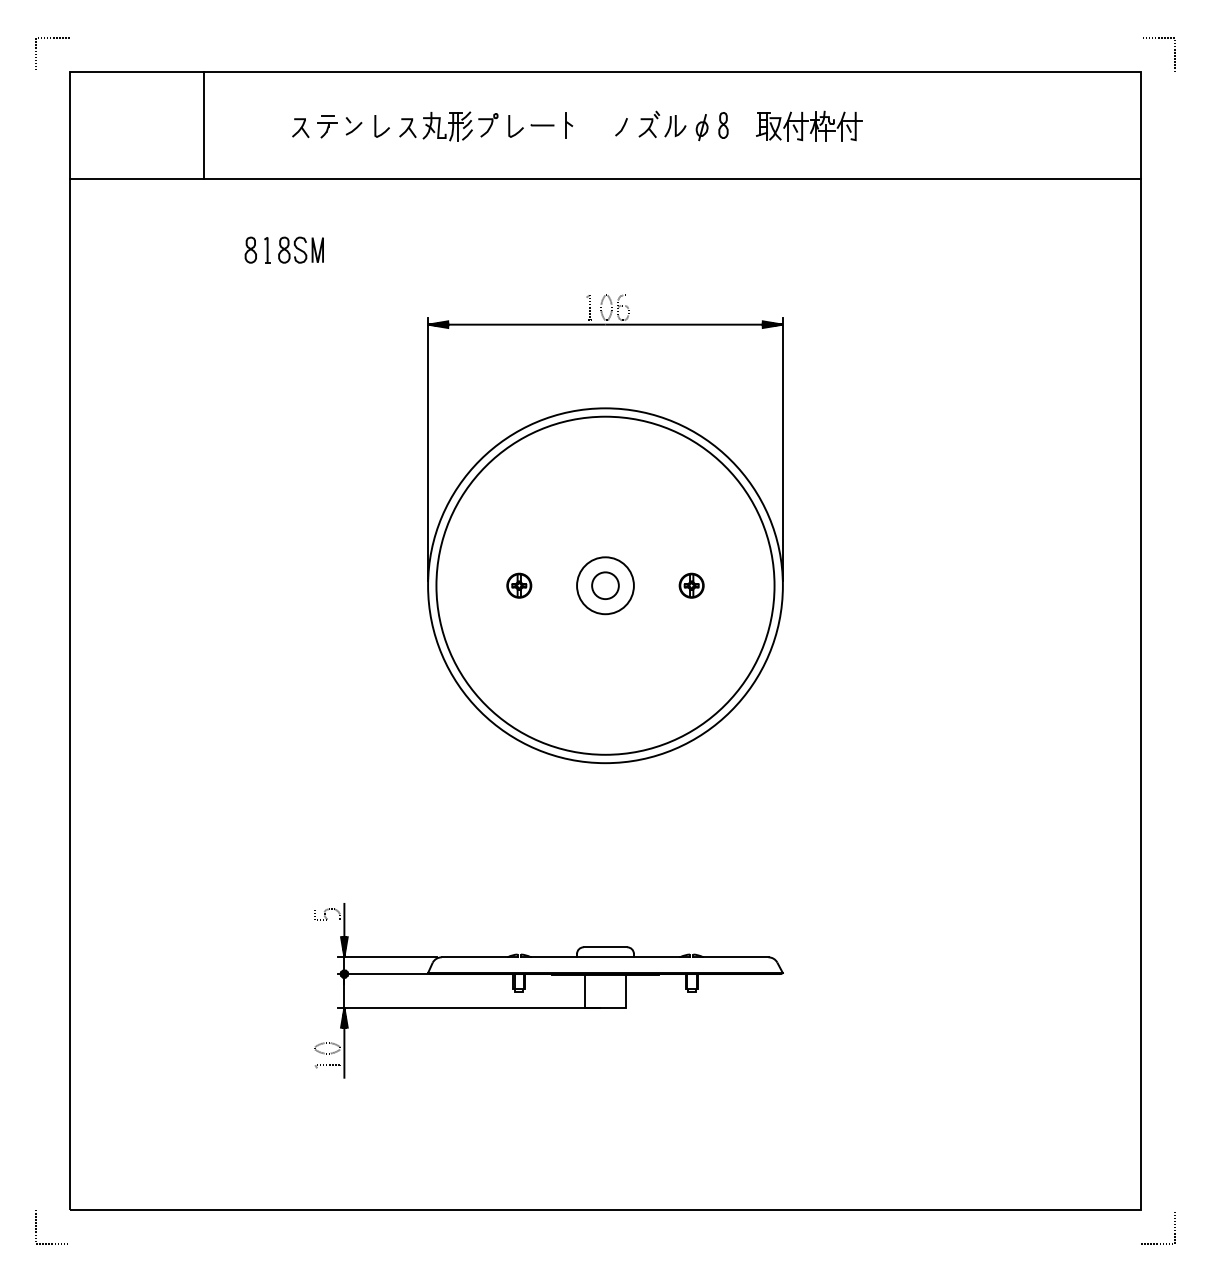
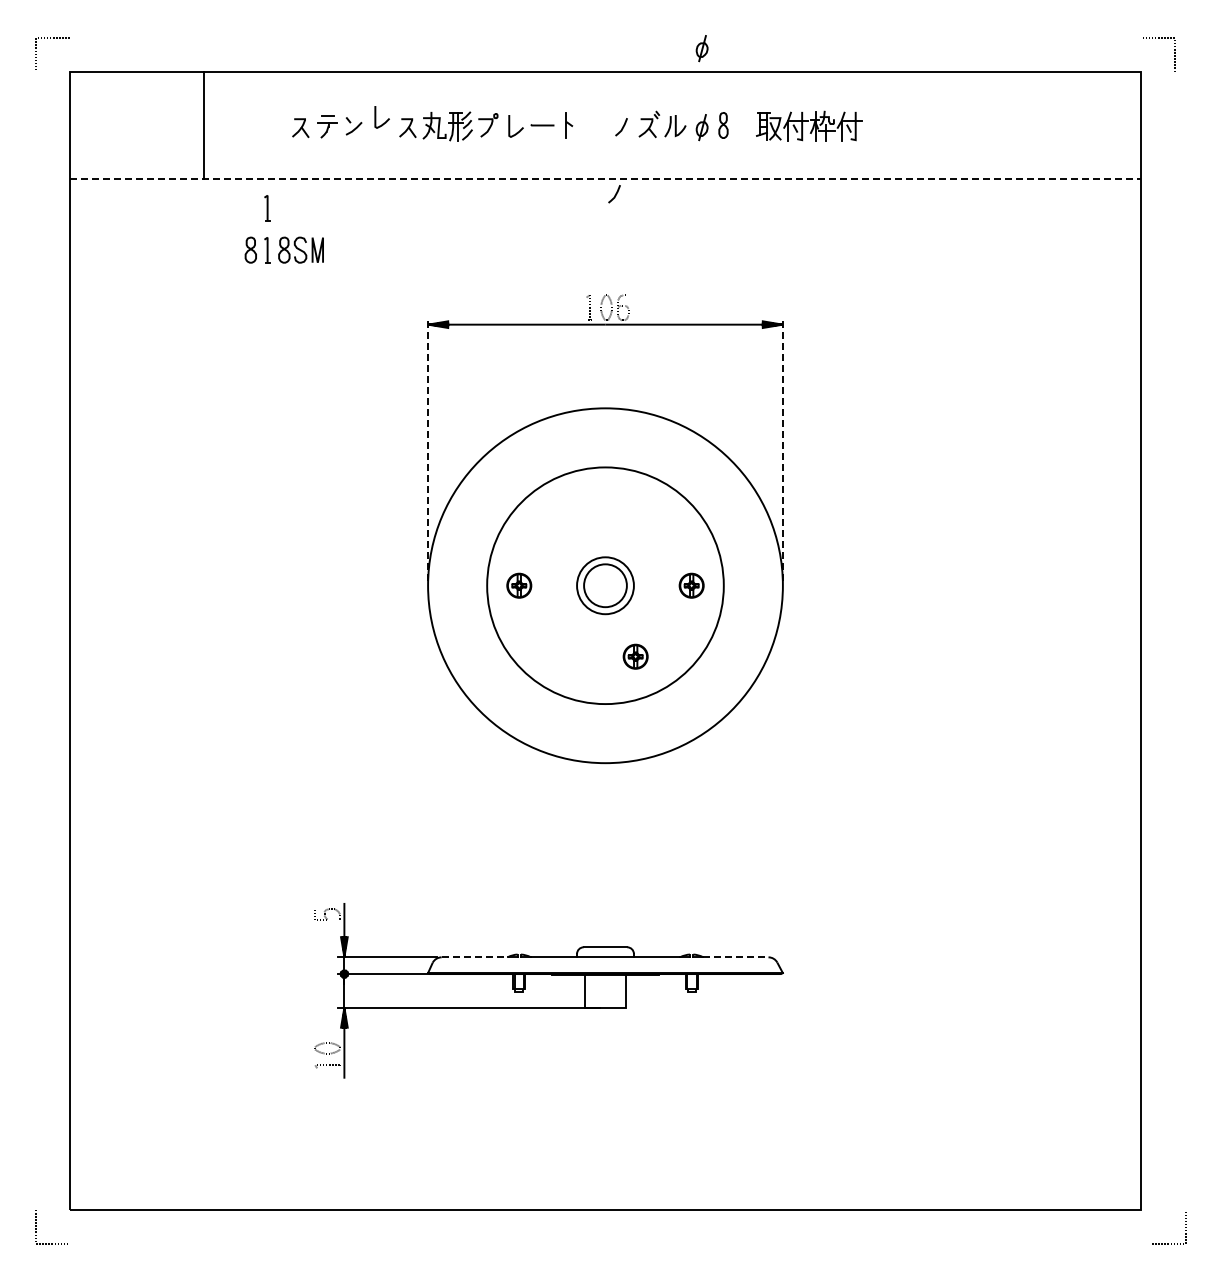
part at (701, 48): none -> present
curve at (376, 126) position: (376, 126) -> (376, 117)
line at (605, 179): solid -> dashed
line at (615, 194): none -> present
part at (267, 208): none -> present
line at (428, 448): solid -> dashed
line at (782, 448): solid -> dashed
circle at (605, 585) diameter: 27 px -> 43 px
circle at (605, 585) diameter: 338 px -> 237 px
part at (635, 656): none -> present
line at (475, 957): solid -> dashed
line at (735, 957): solid -> dashed
line at (1157, 1243) position: (1157, 1243) -> (1168, 1243)
